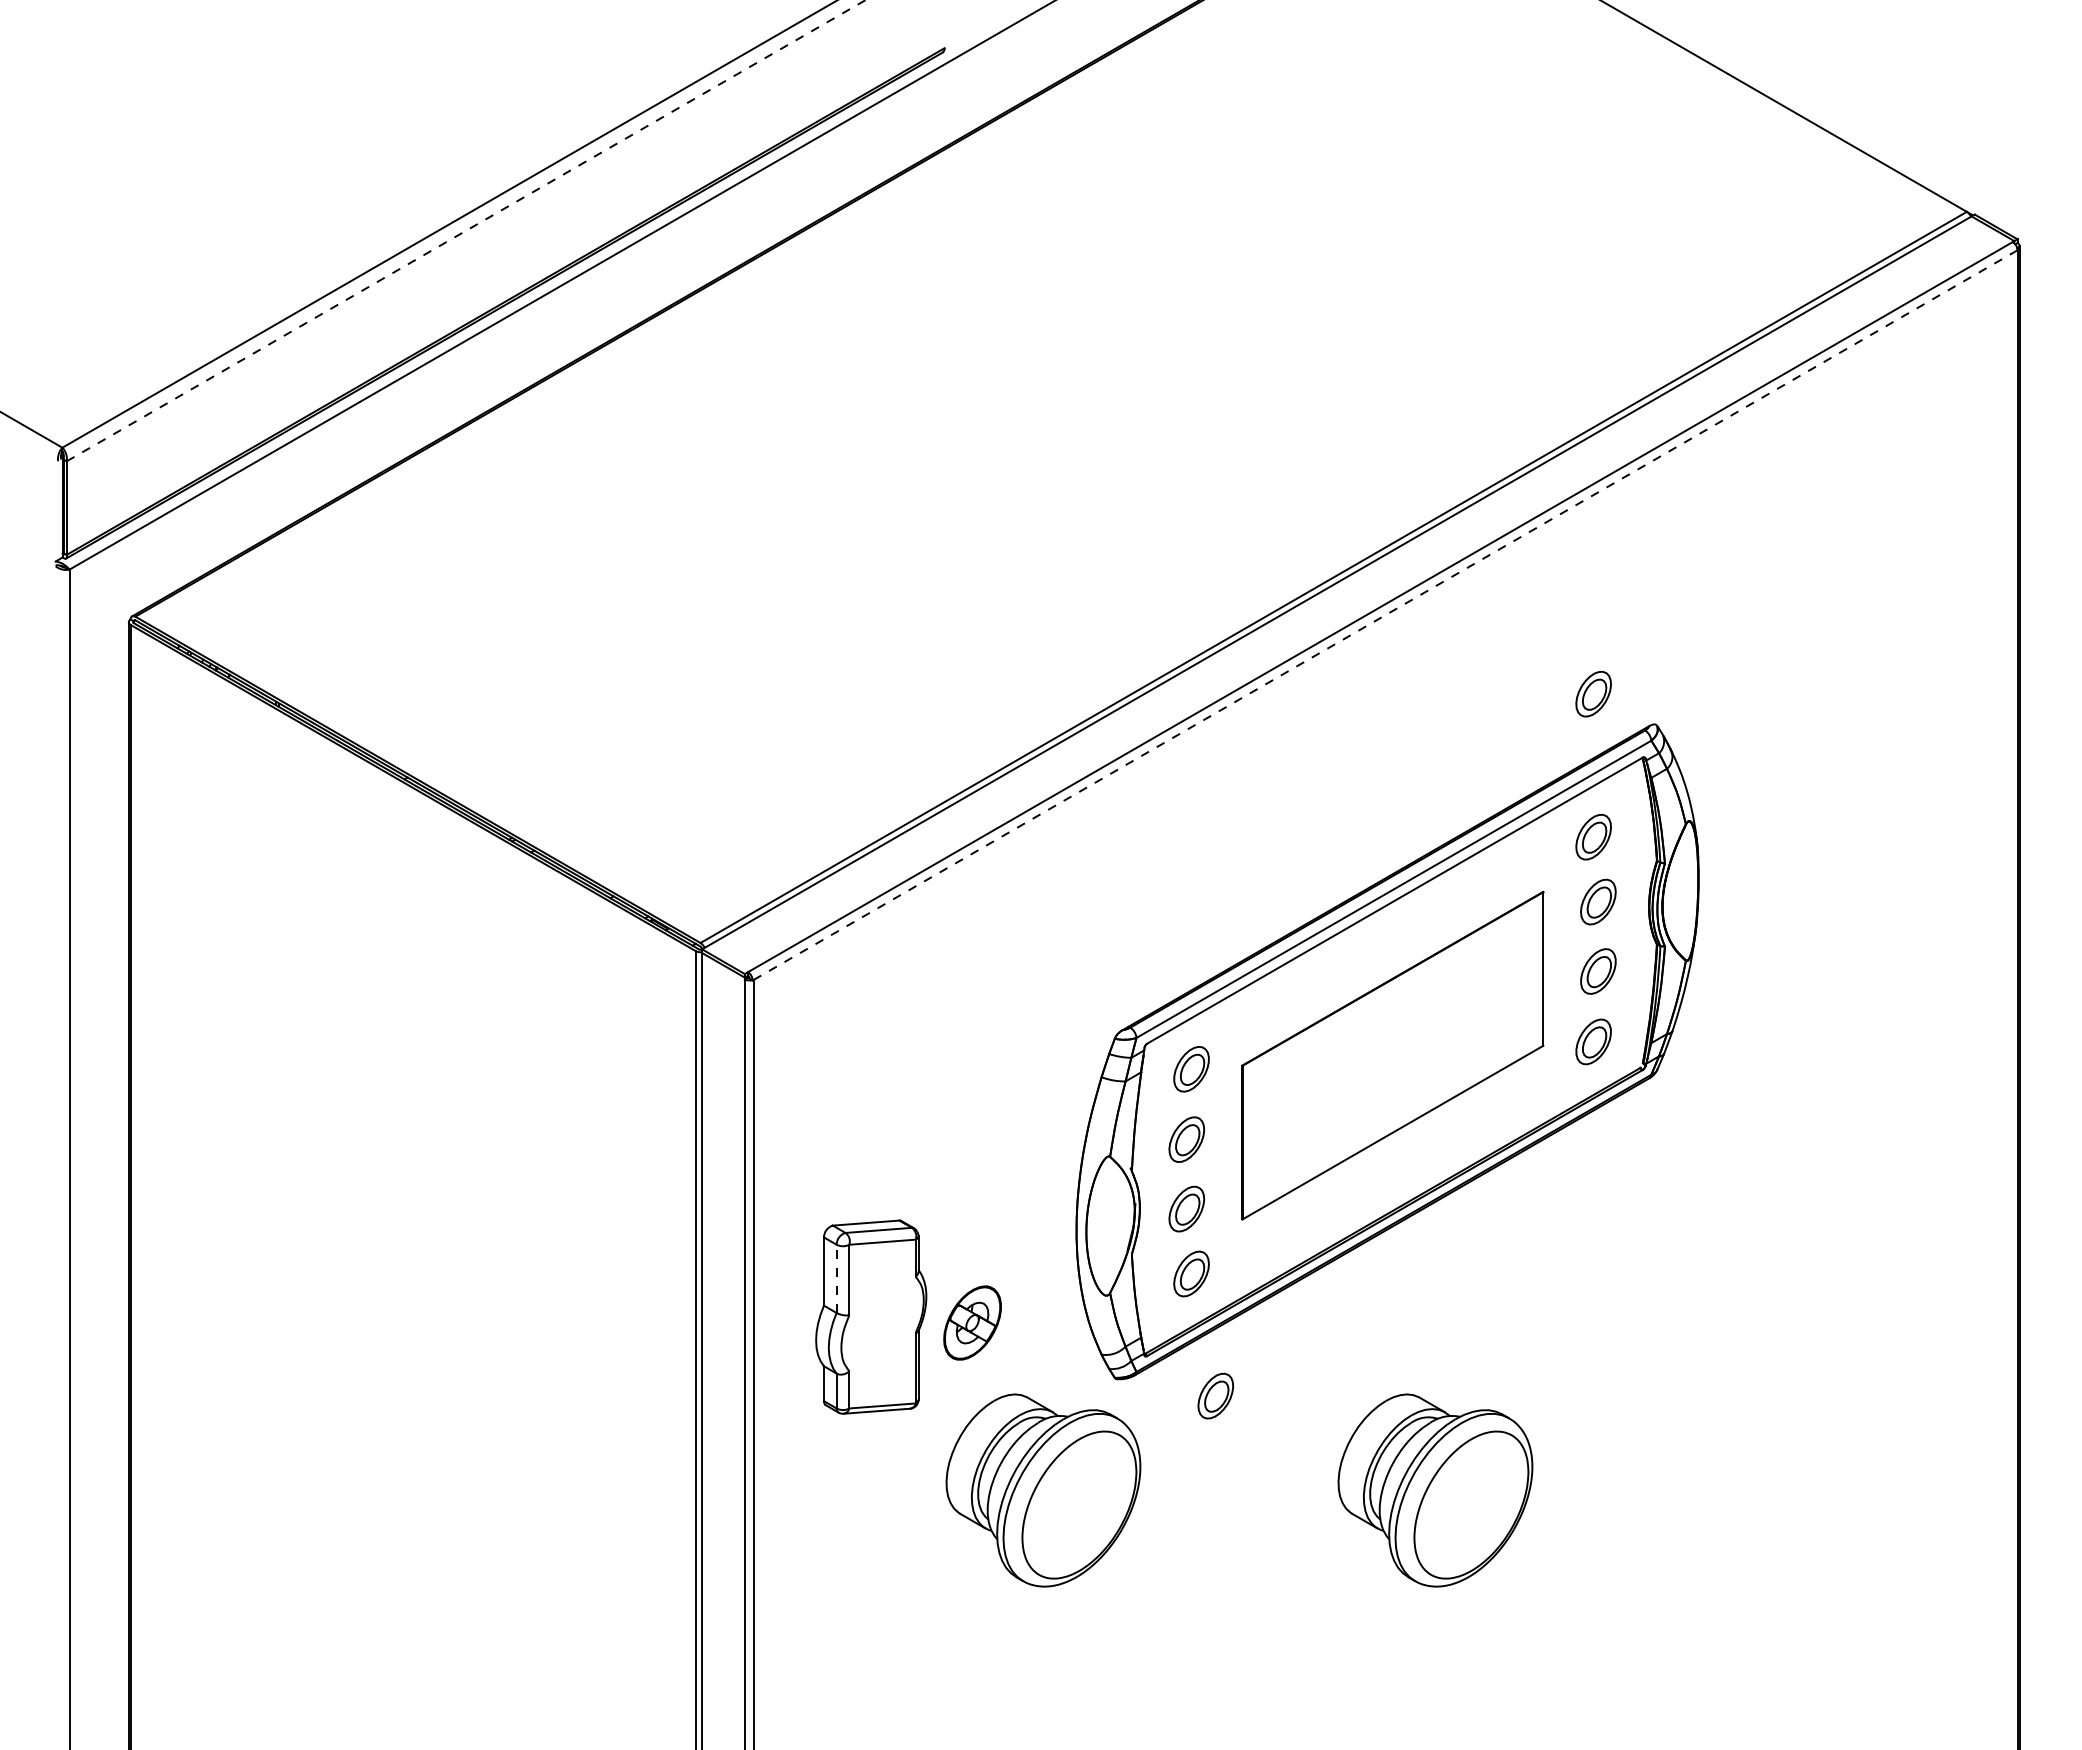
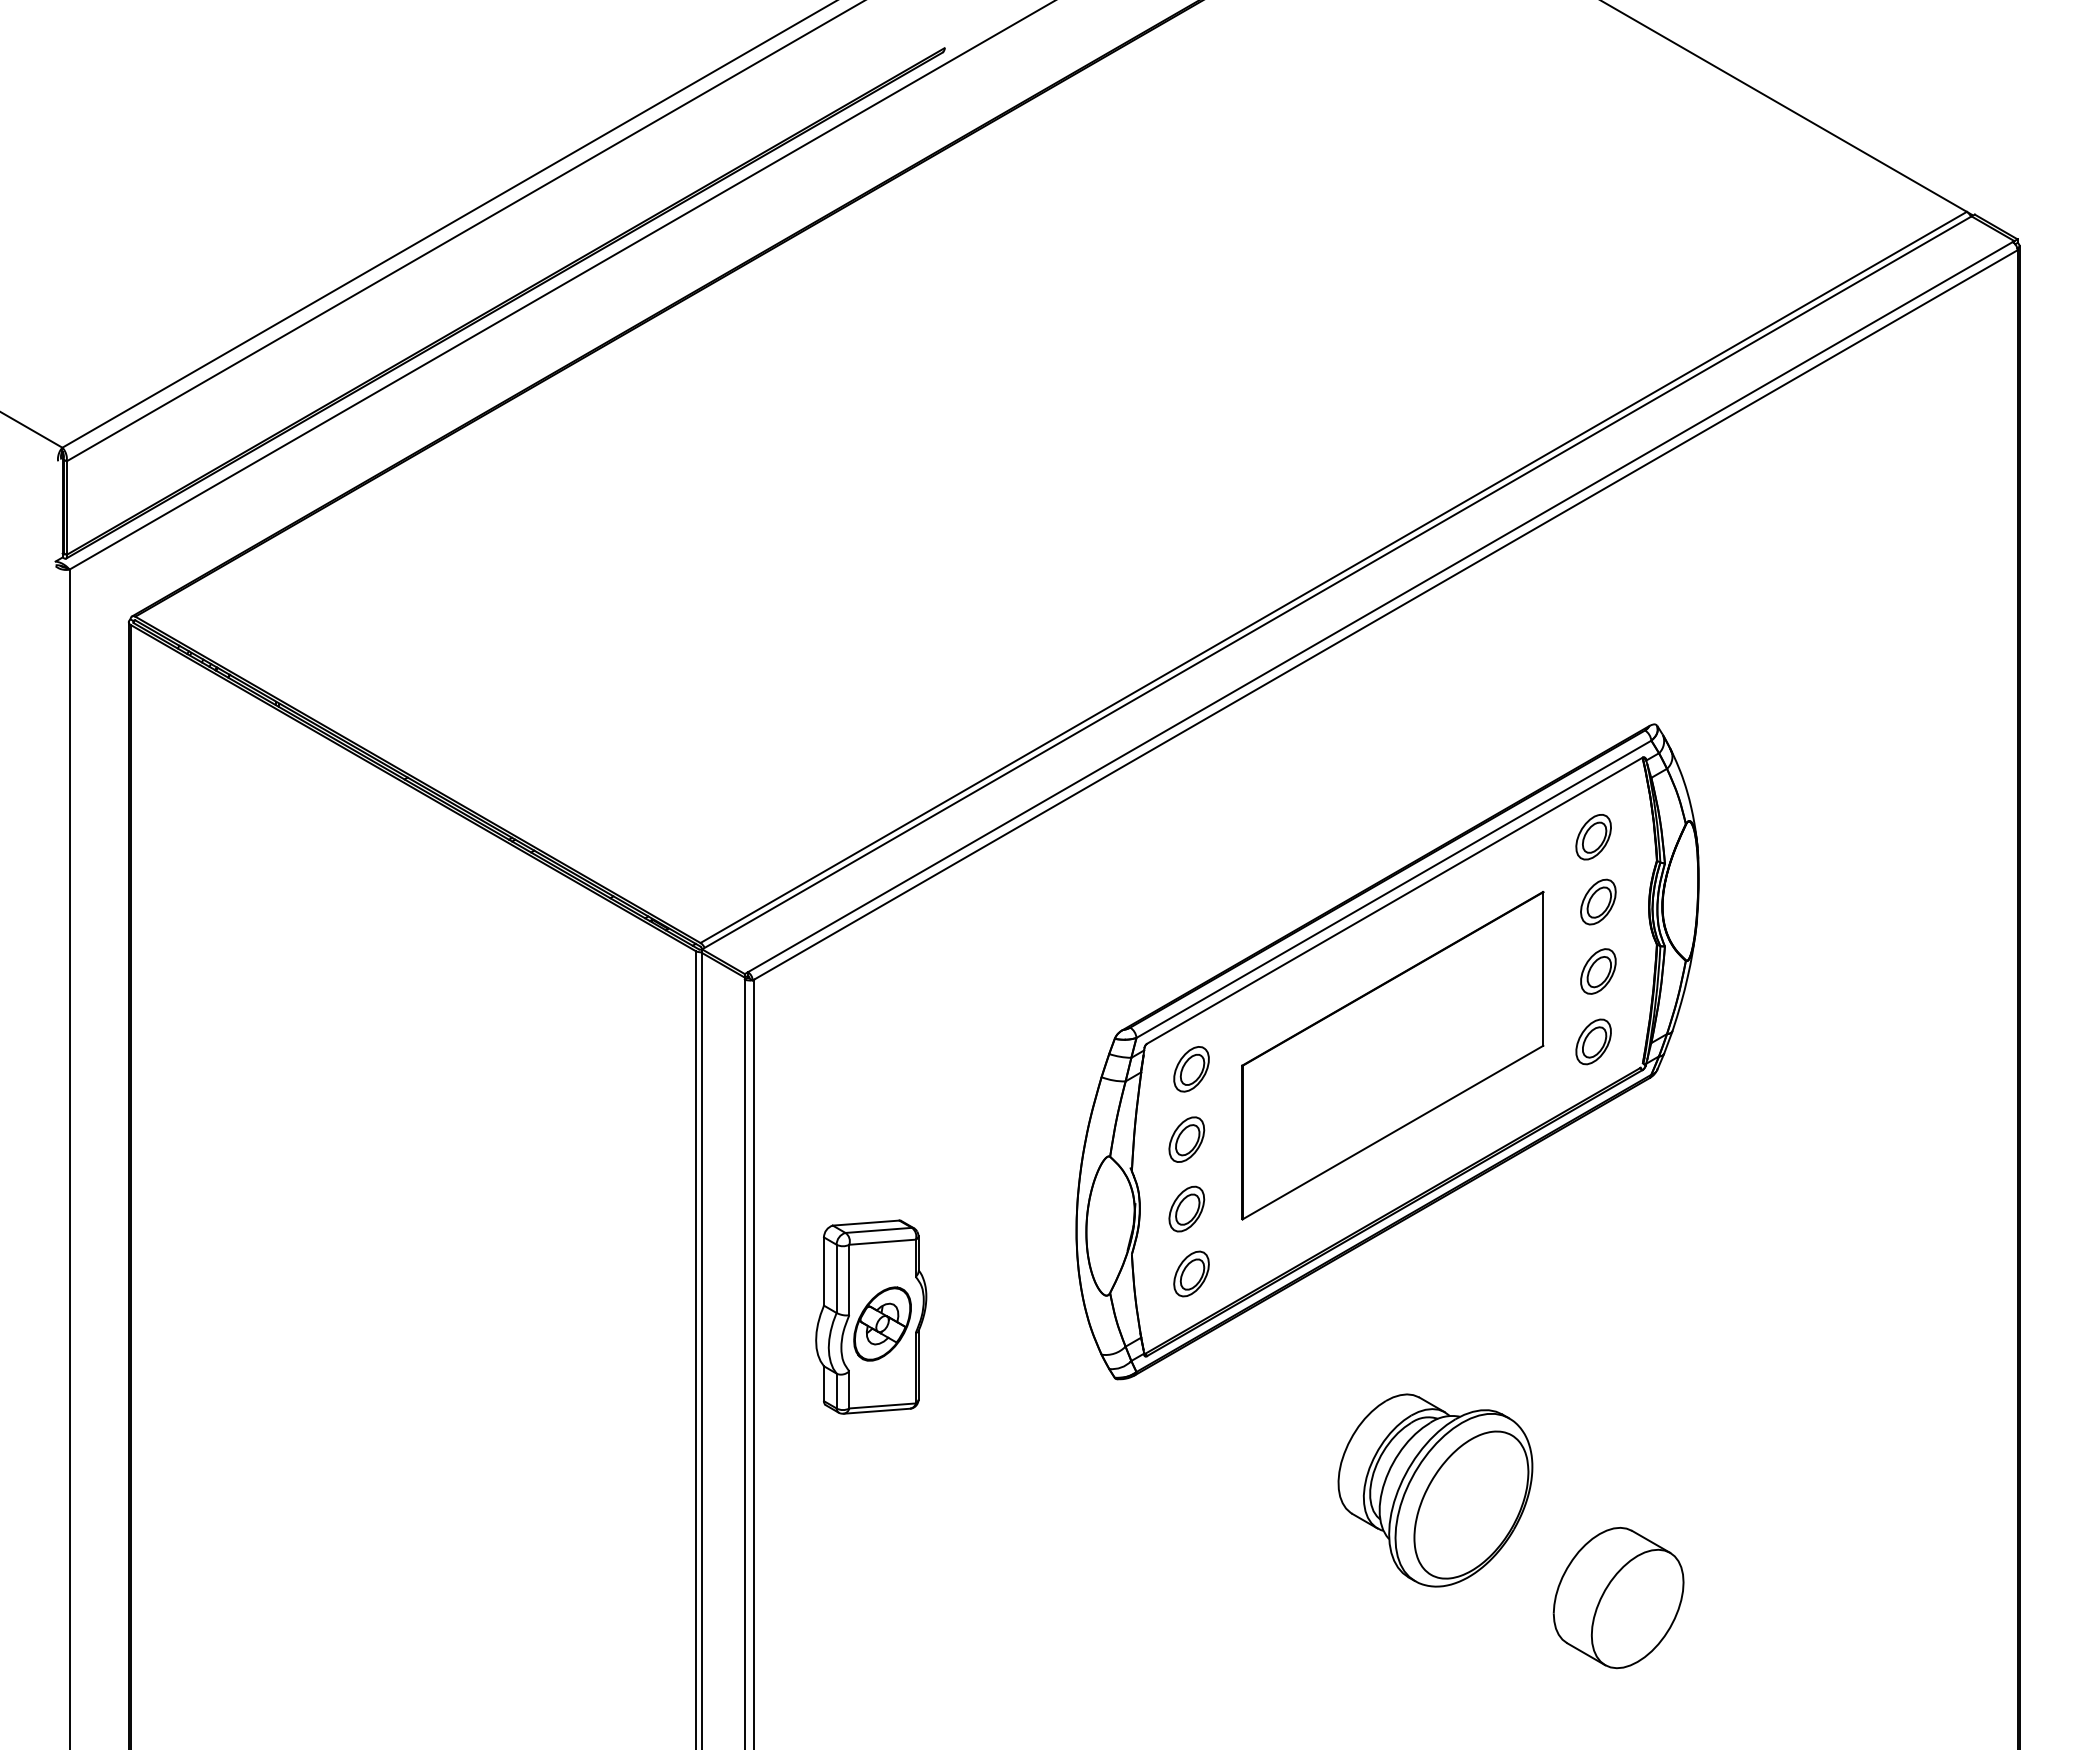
line at (465, 230): dashed -> solid
line at (1385, 615): dashed -> solid
part at (1593, 694): present -> none
line at (836, 1278): dashed -> solid
part at (972, 1322) position: (972, 1322) -> (882, 1323)
part at (1215, 1395): present -> none
part at (1043, 1490): present -> none
part at (1618, 1598): none -> present
